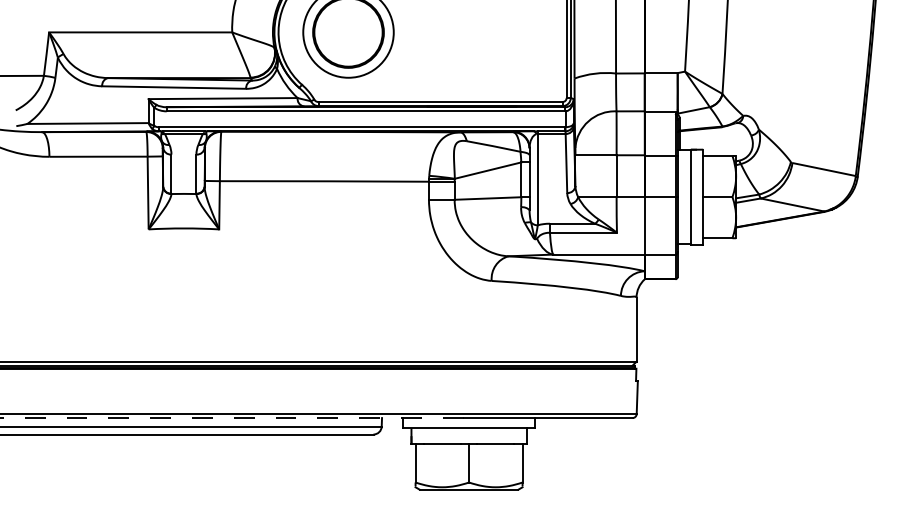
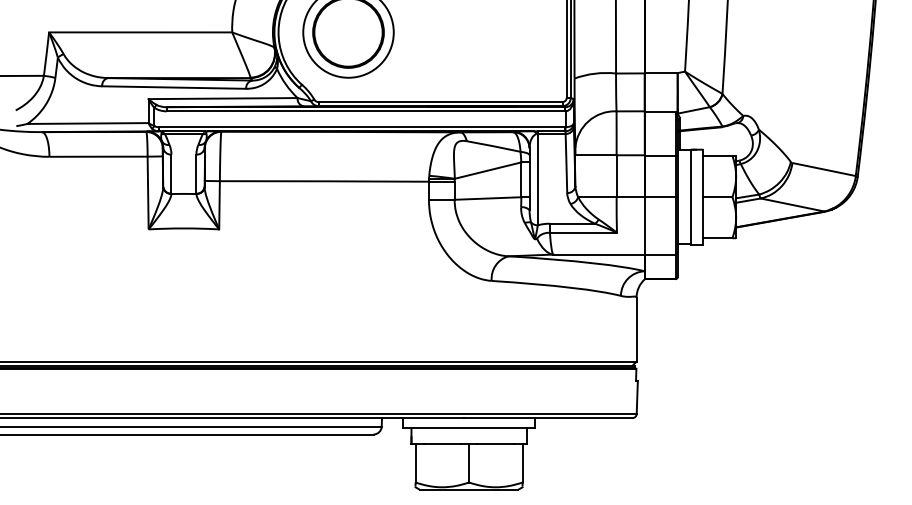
line at (231, 418): dashed -> solid
